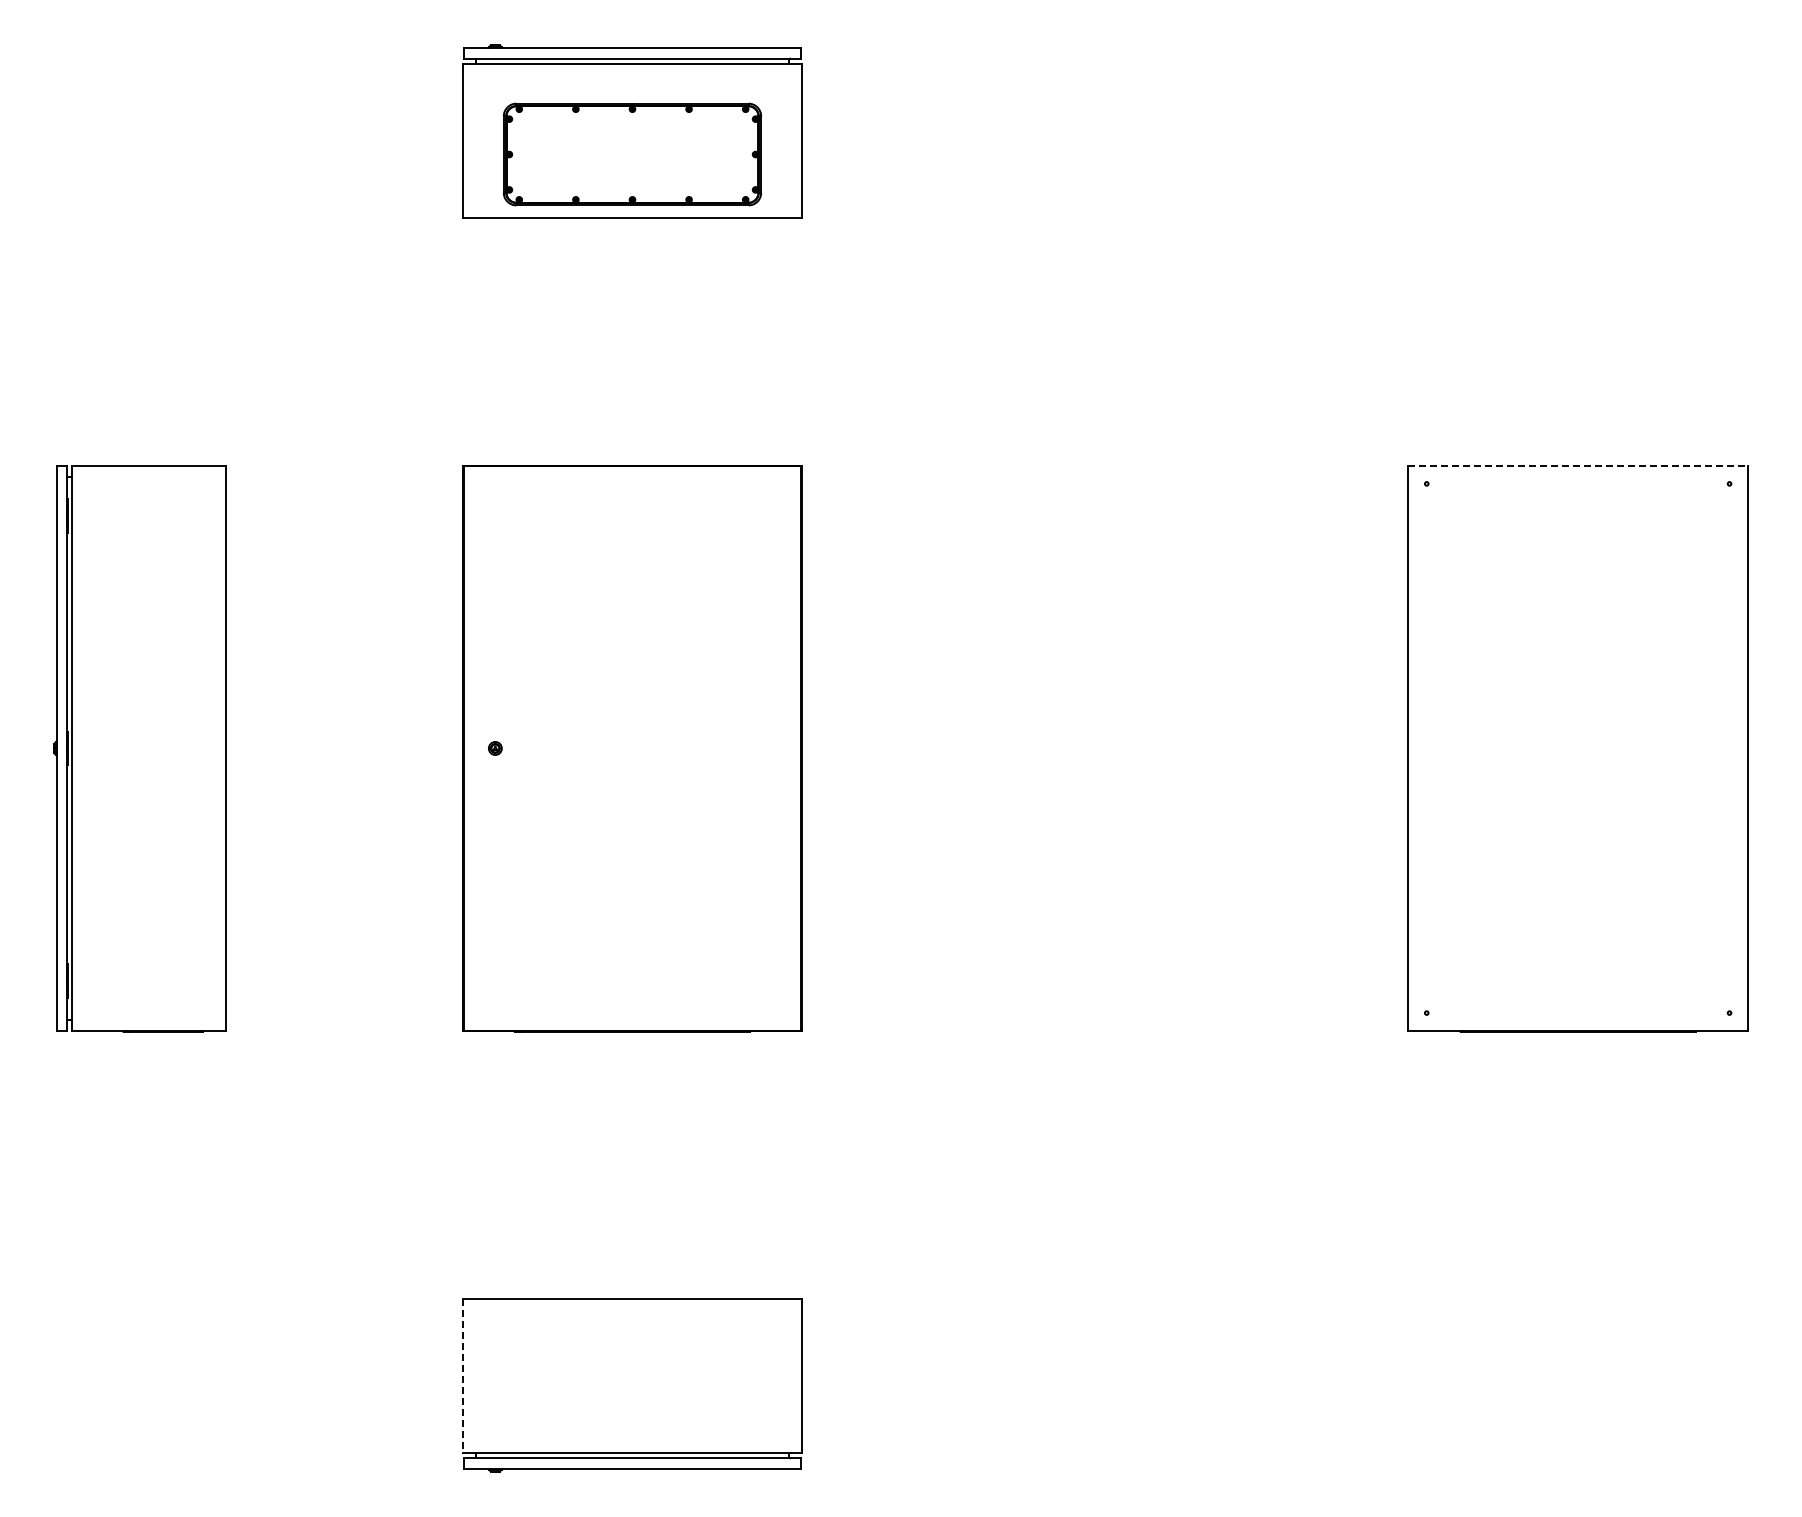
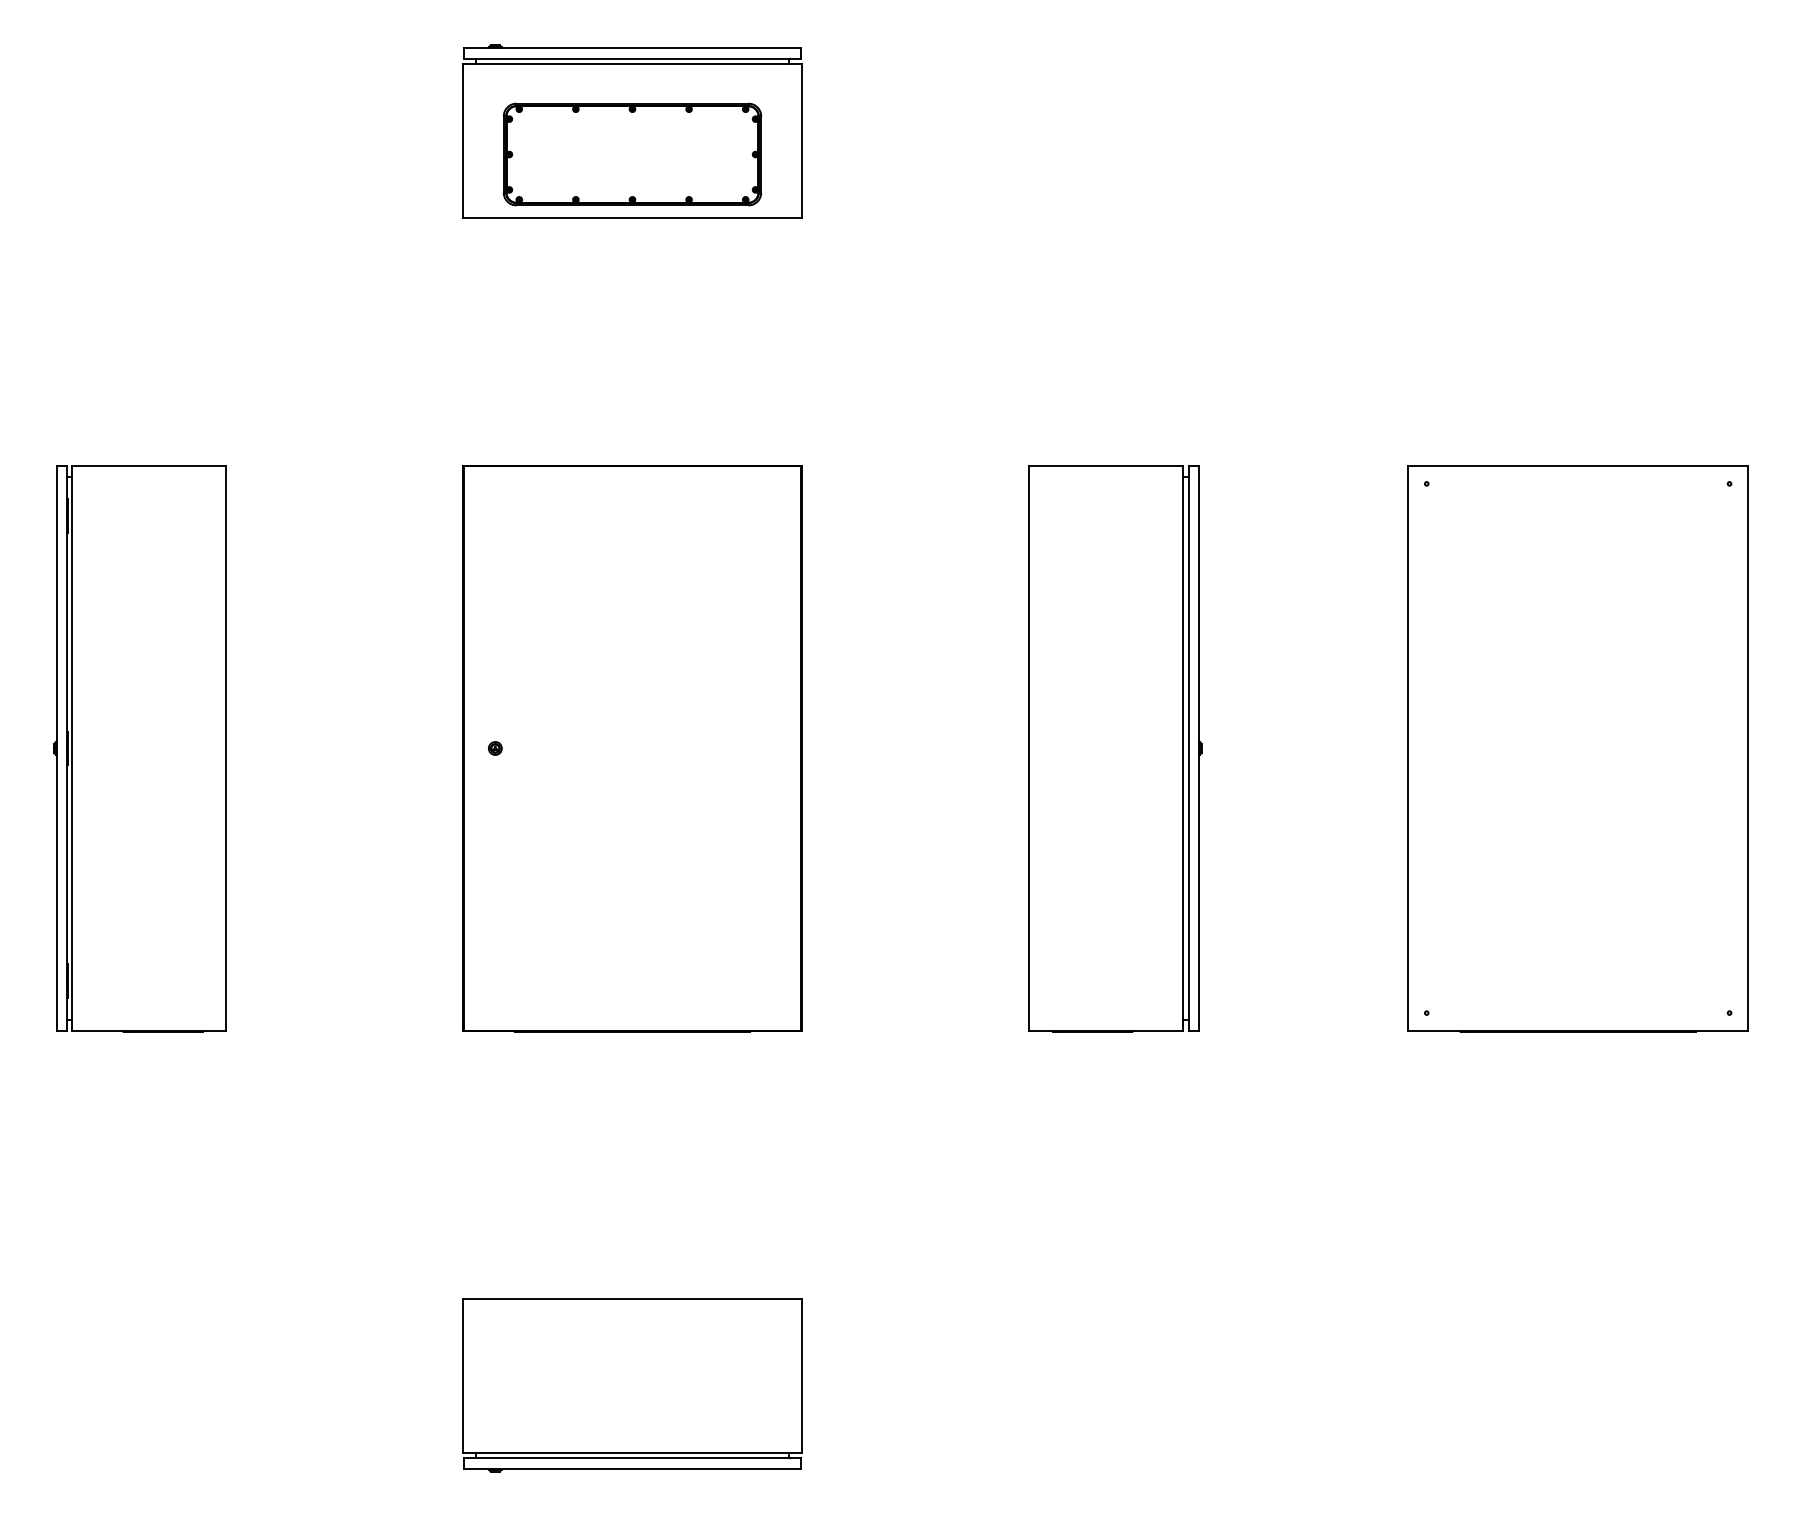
line at (1578, 465): dashed -> solid
part at (1115, 748): none -> present
line at (462, 1376): dashed -> solid
